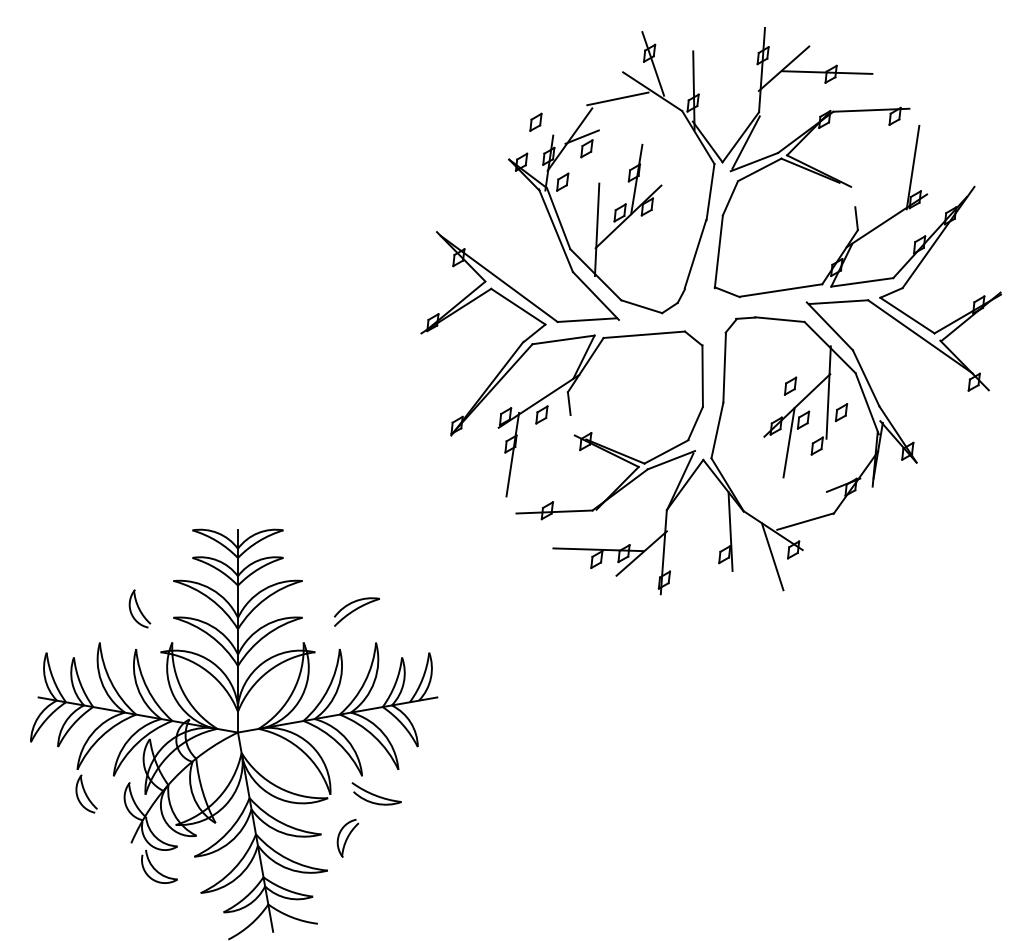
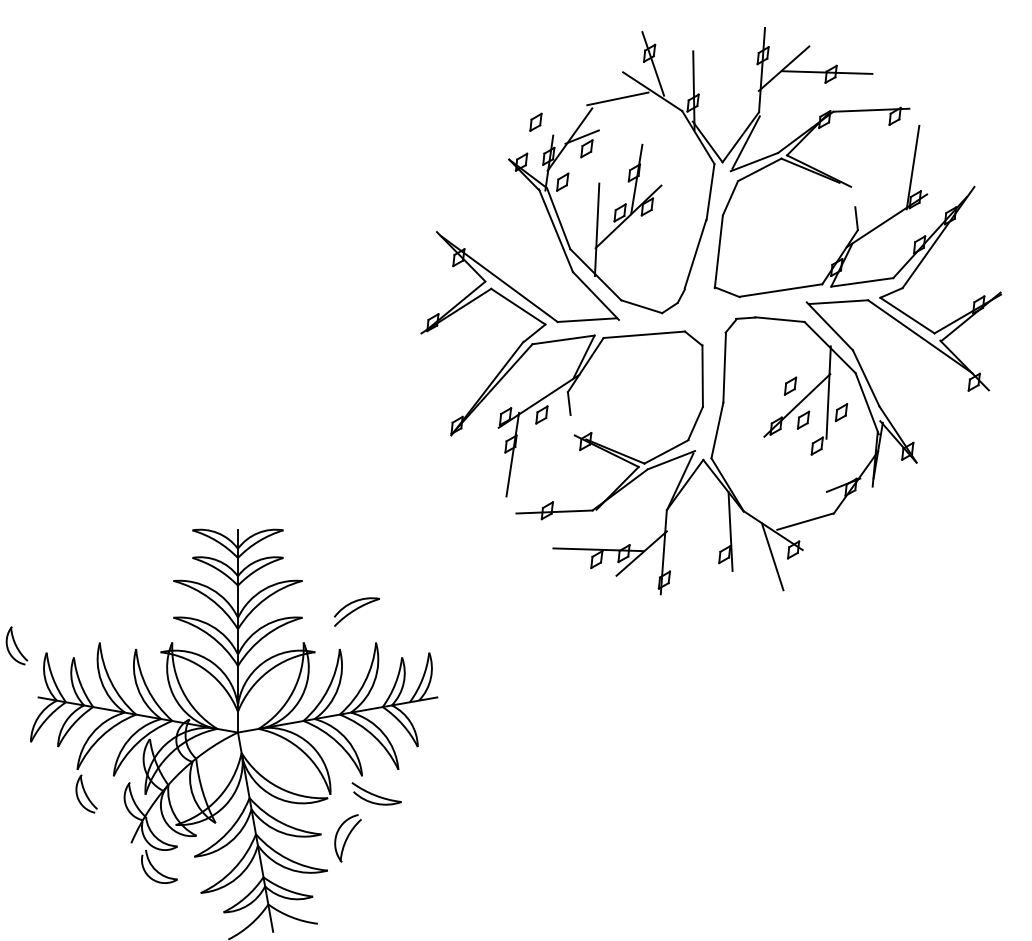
line at (788, 442): present -> none
part at (139, 608) position: (139, 608) -> (16, 645)
part at (347, 838) size: 24x39 px -> 28x49 px
